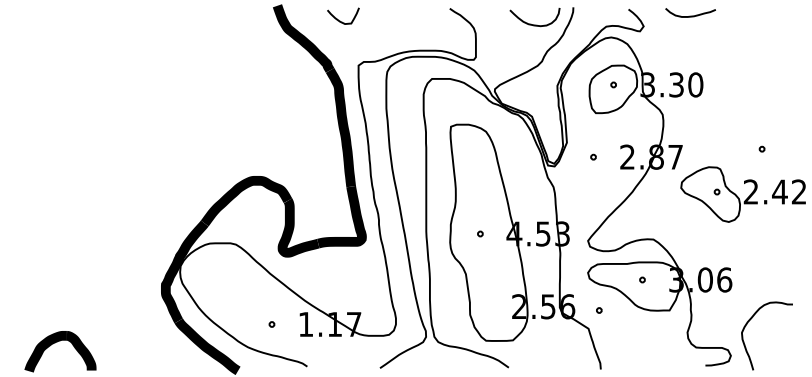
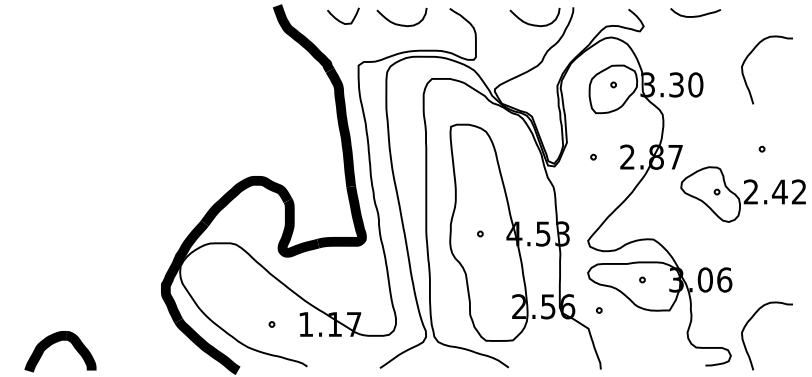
curve at (690, 15) position: (690, 15) -> (695, 15)
curve at (398, 23): none -> present
curve at (751, 53): none -> present
